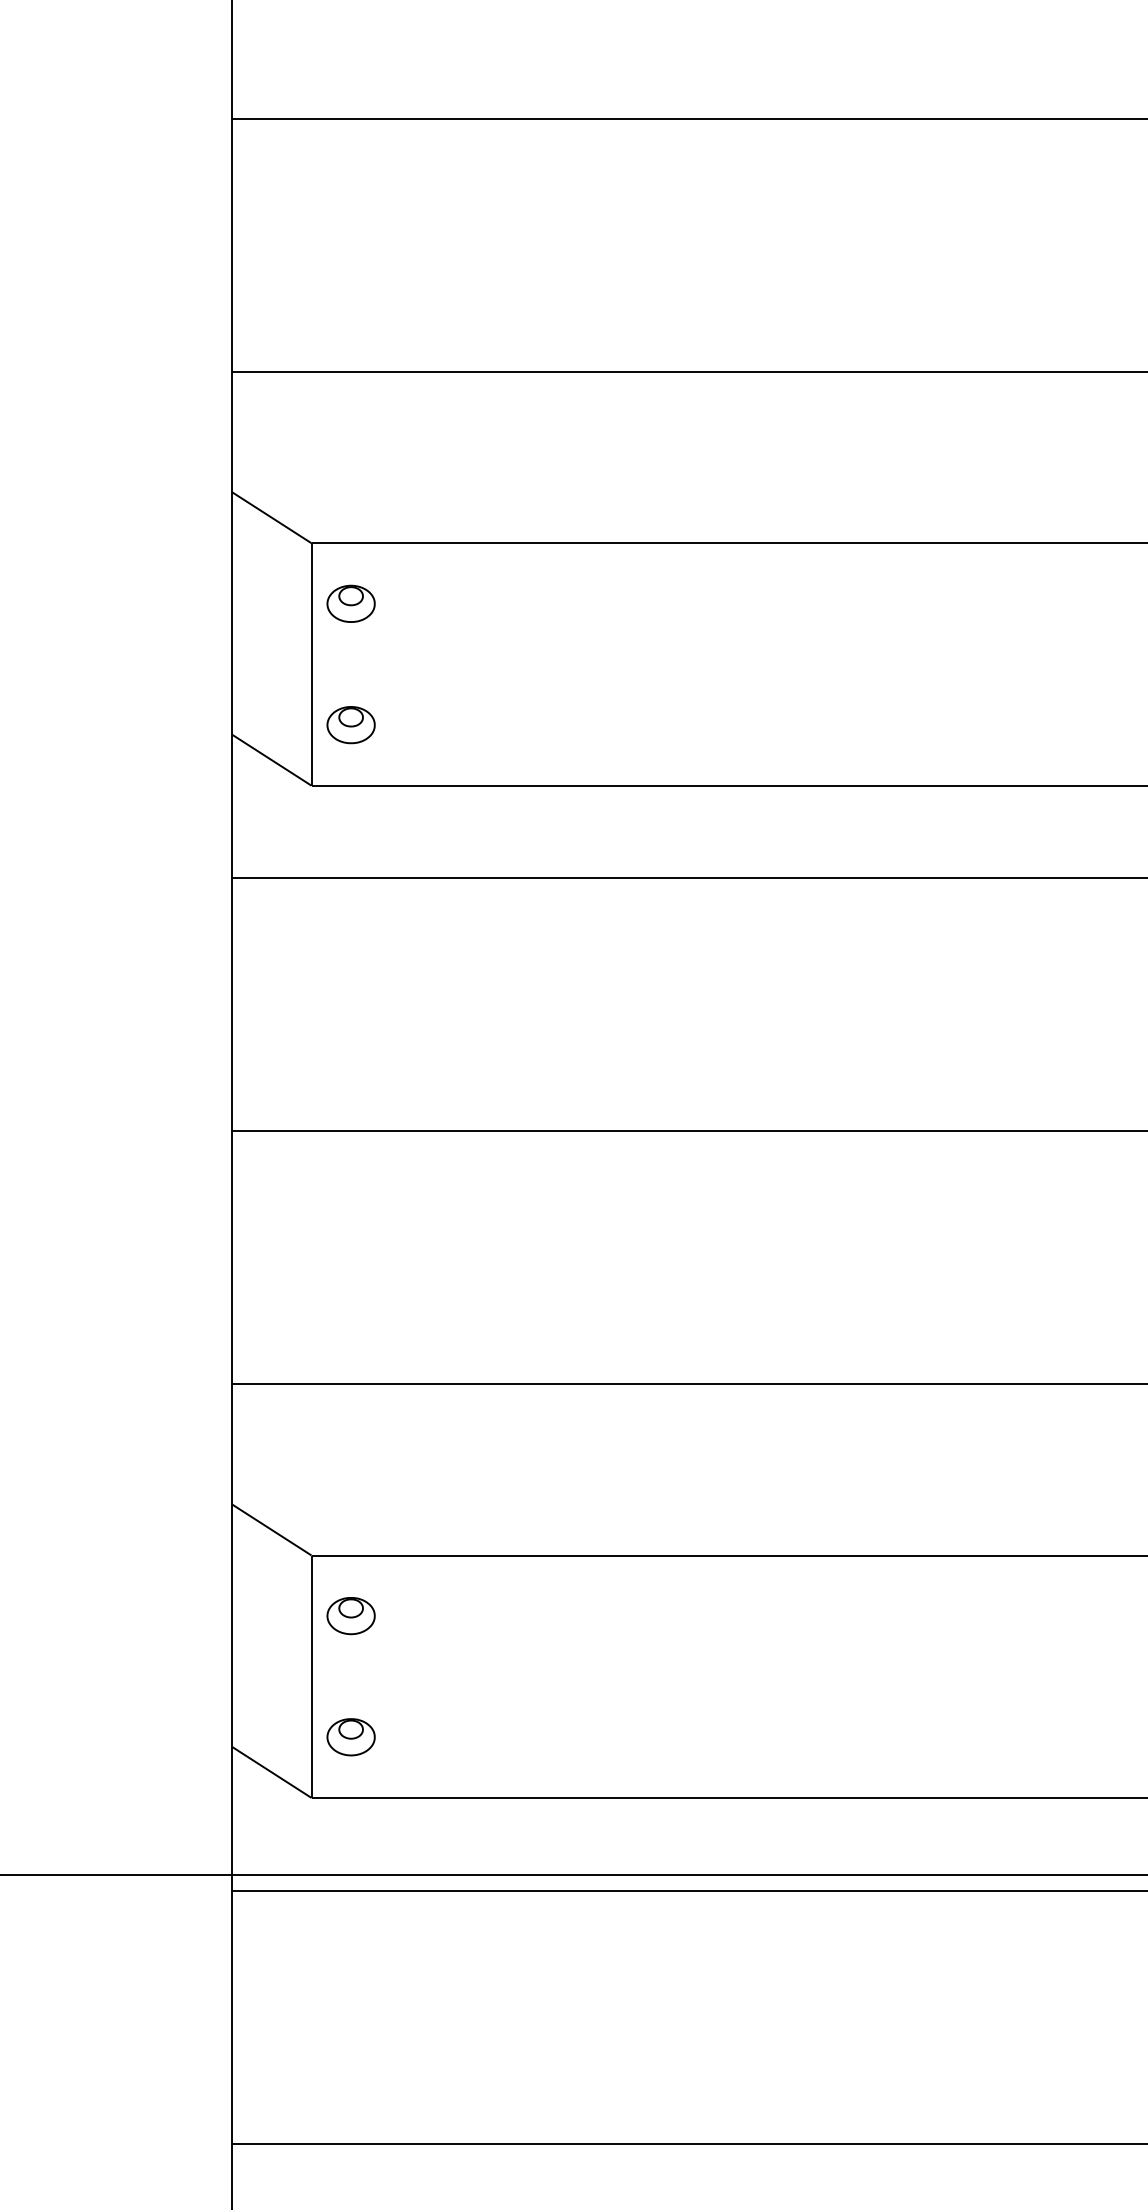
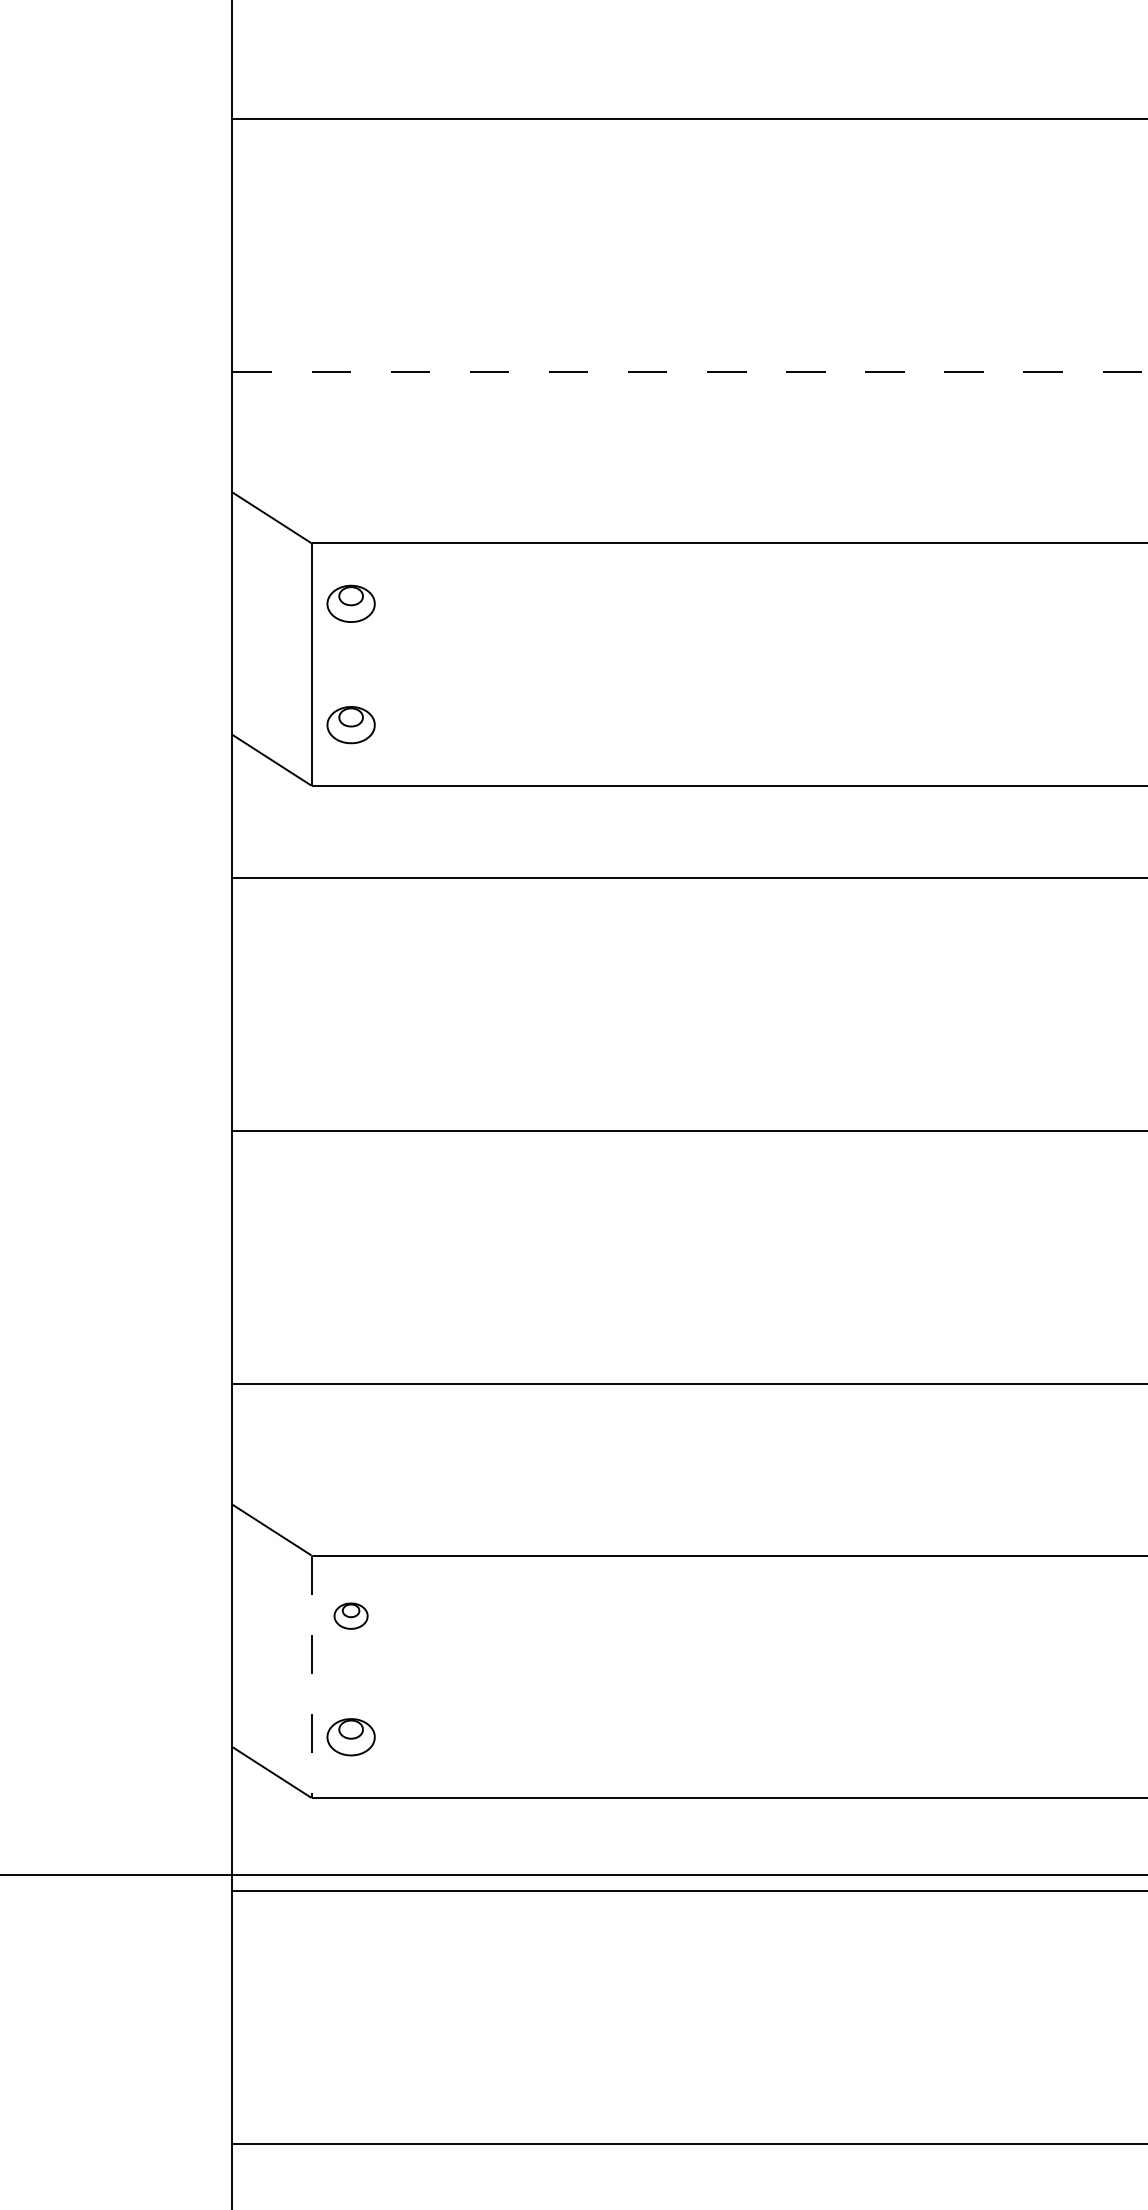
line at (690, 372): solid -> dashed
part at (350, 1616) size: 50x39 px -> 36x28 px
line at (311, 1677): solid -> dashed
